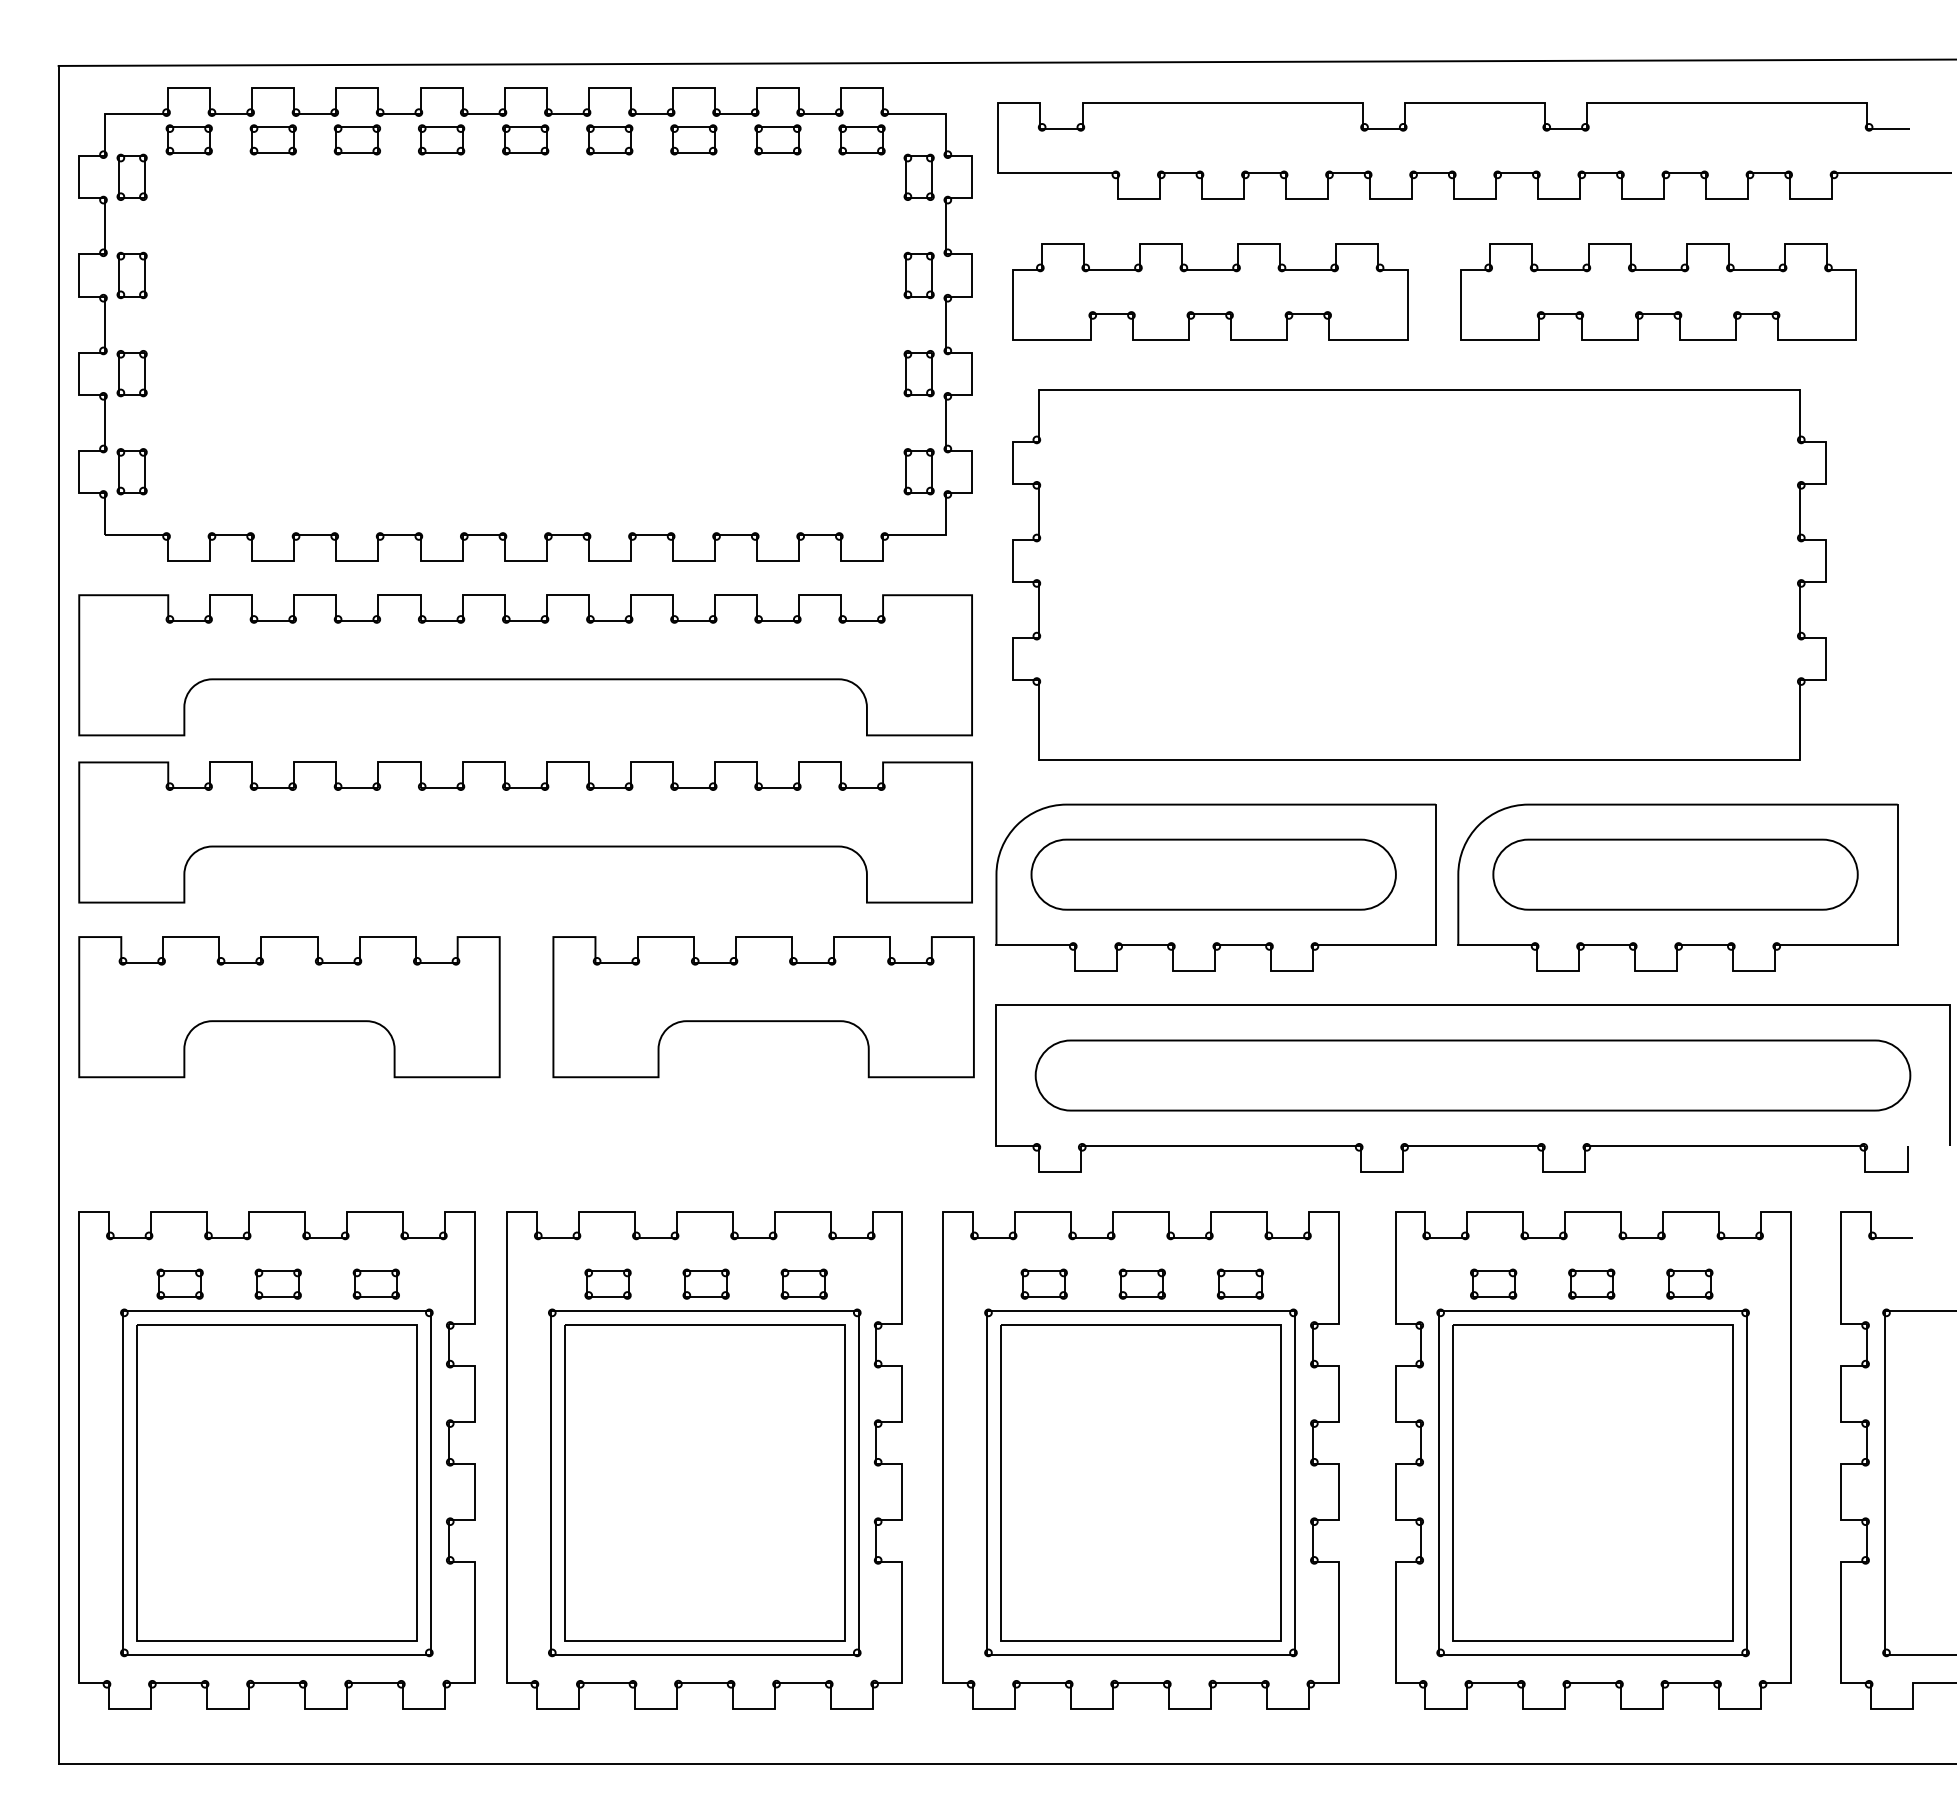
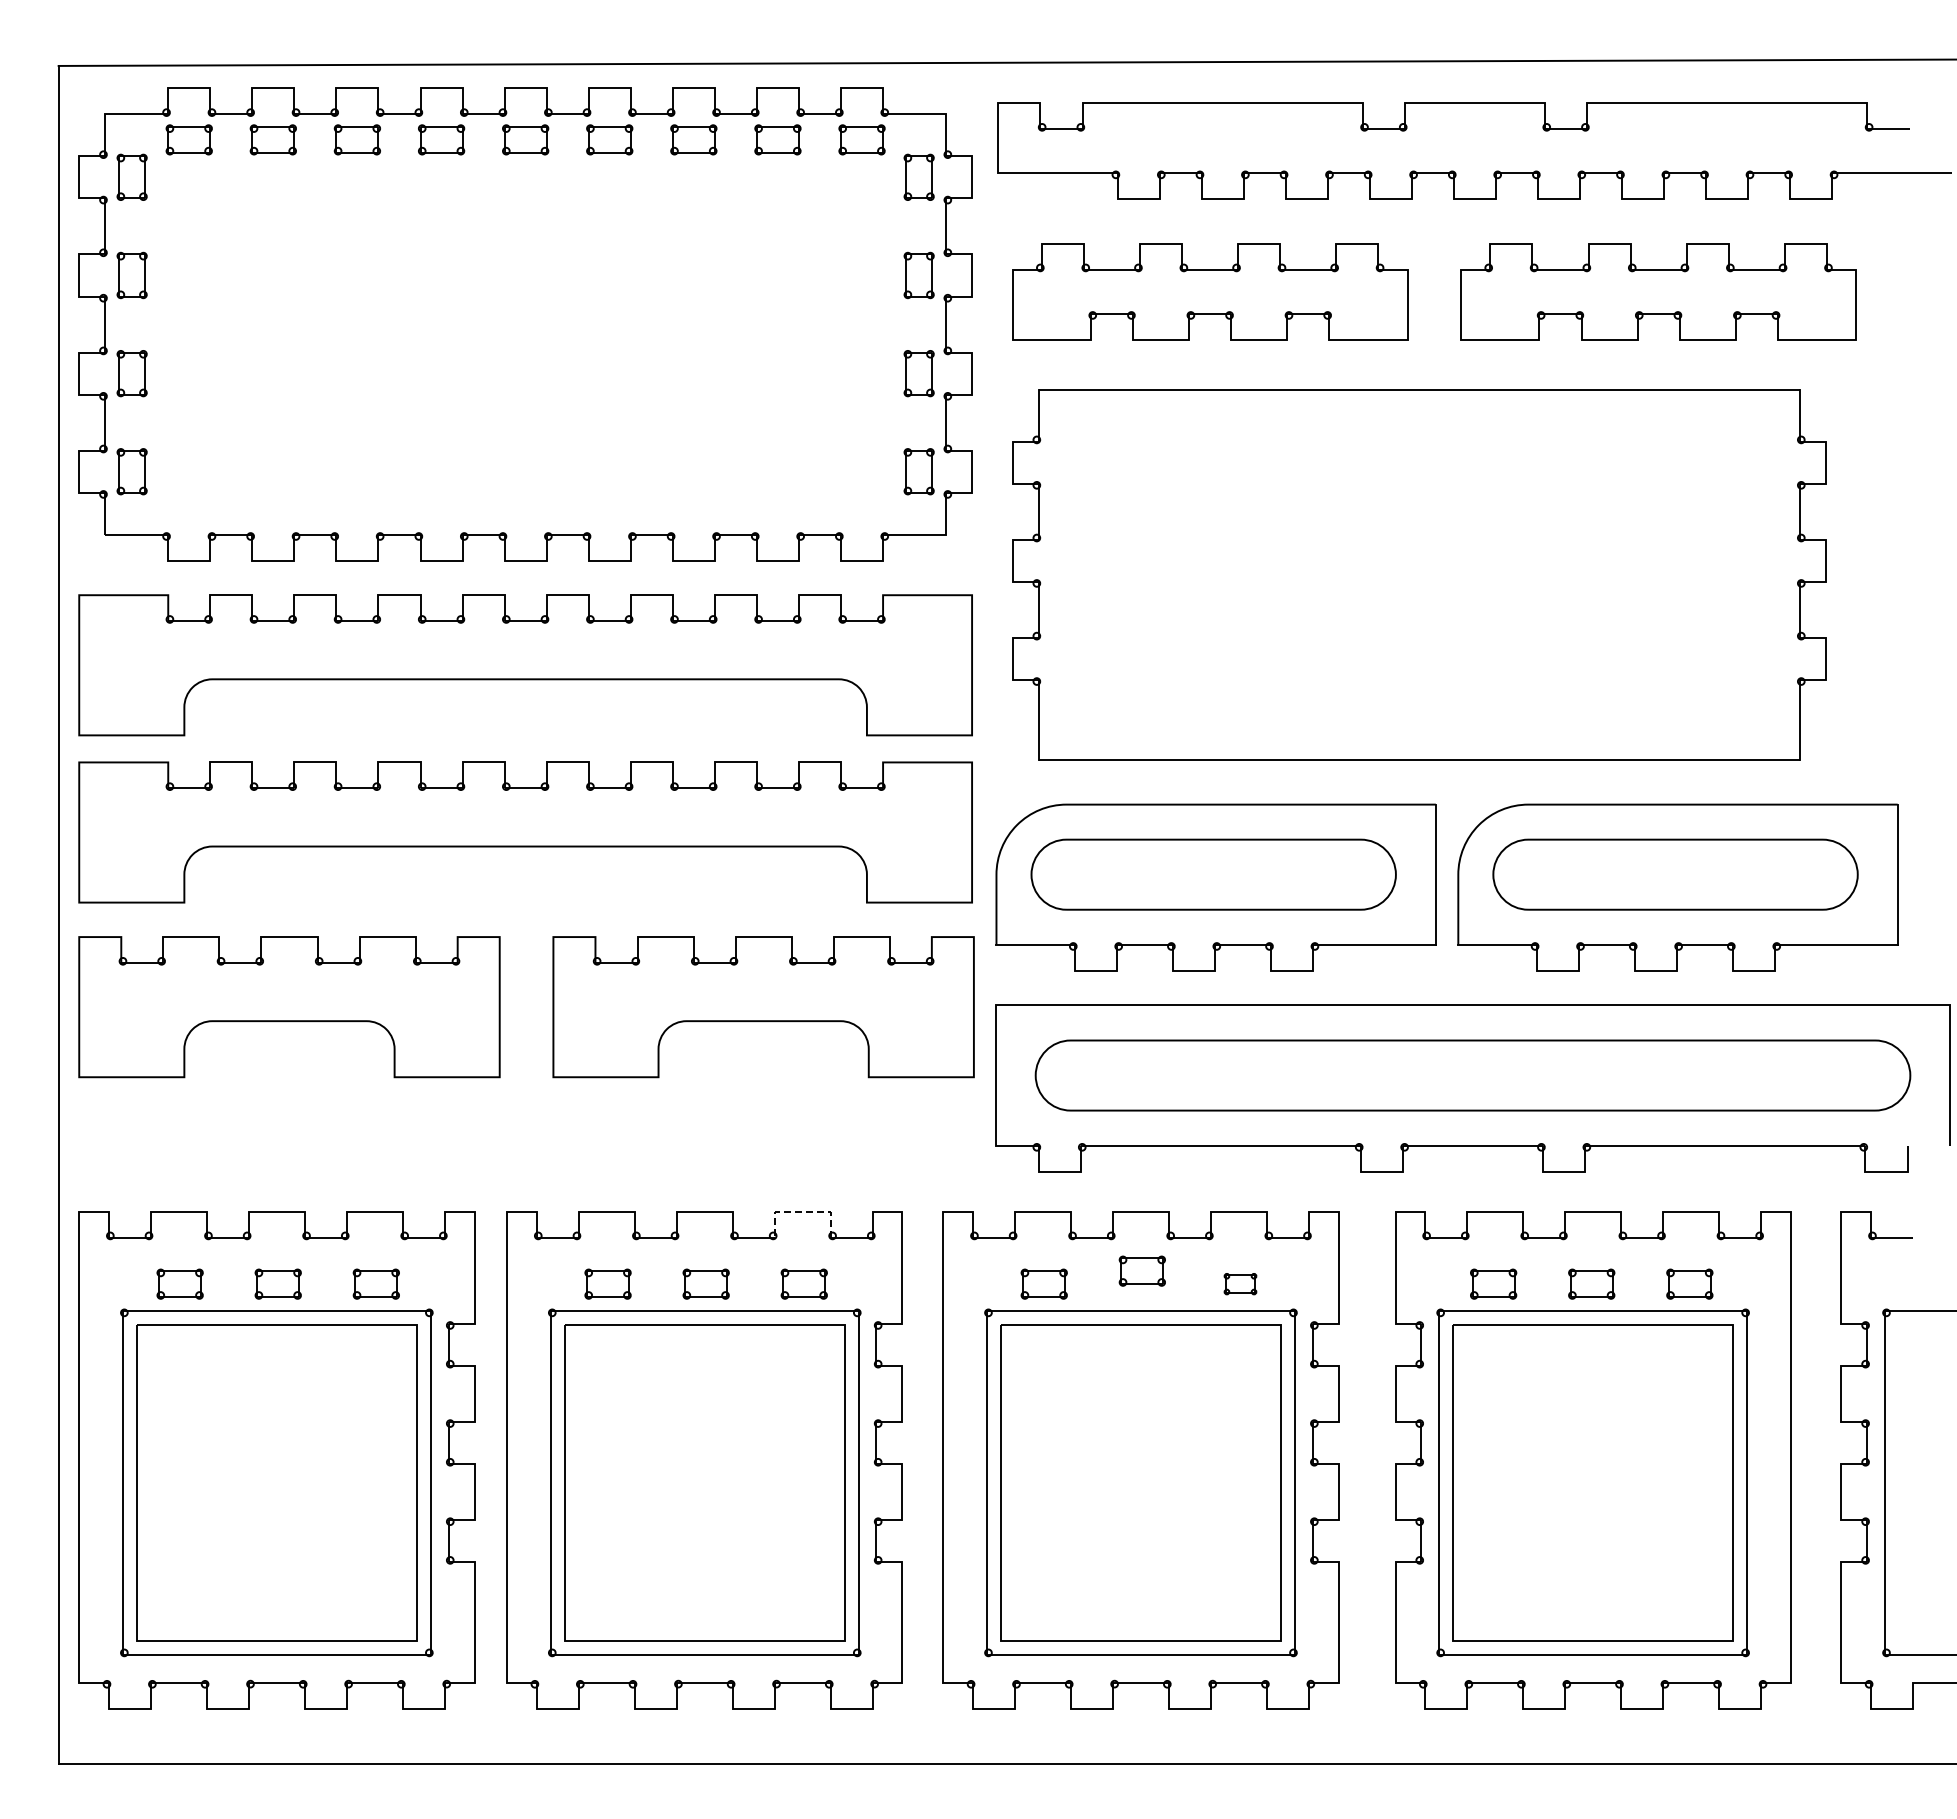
line at (802, 1211): solid -> dashed
part at (1141, 1283) position: (1141, 1283) -> (1141, 1270)
part at (1240, 1283) size: 49x32 px -> 35x23 px
